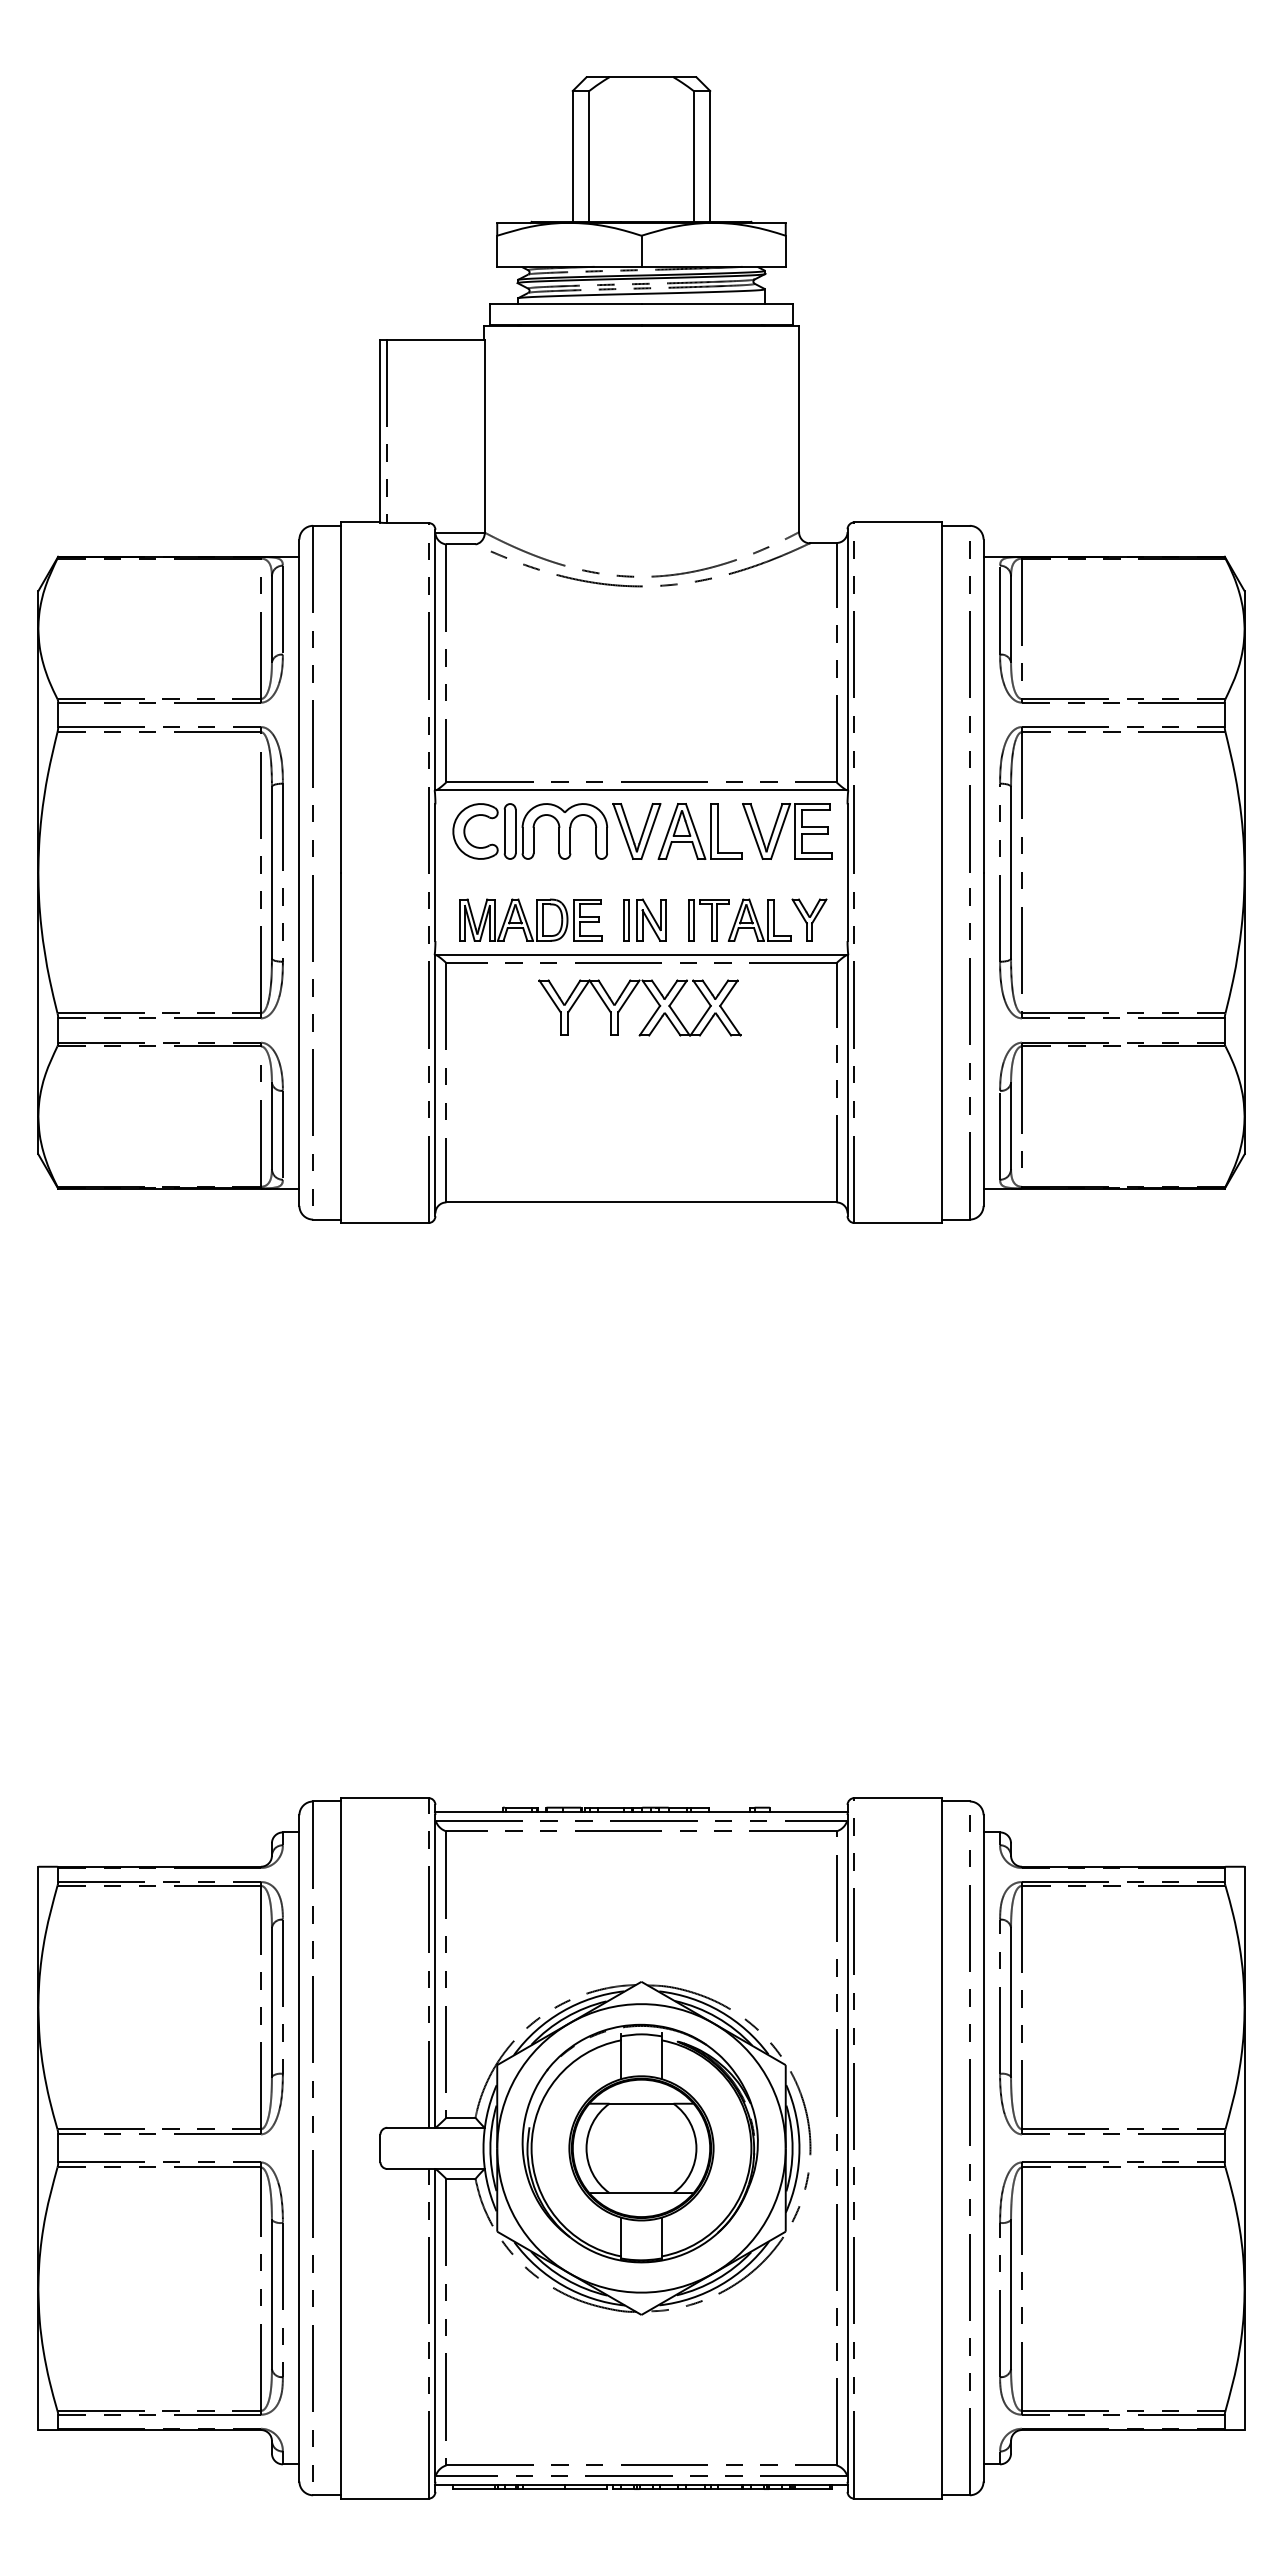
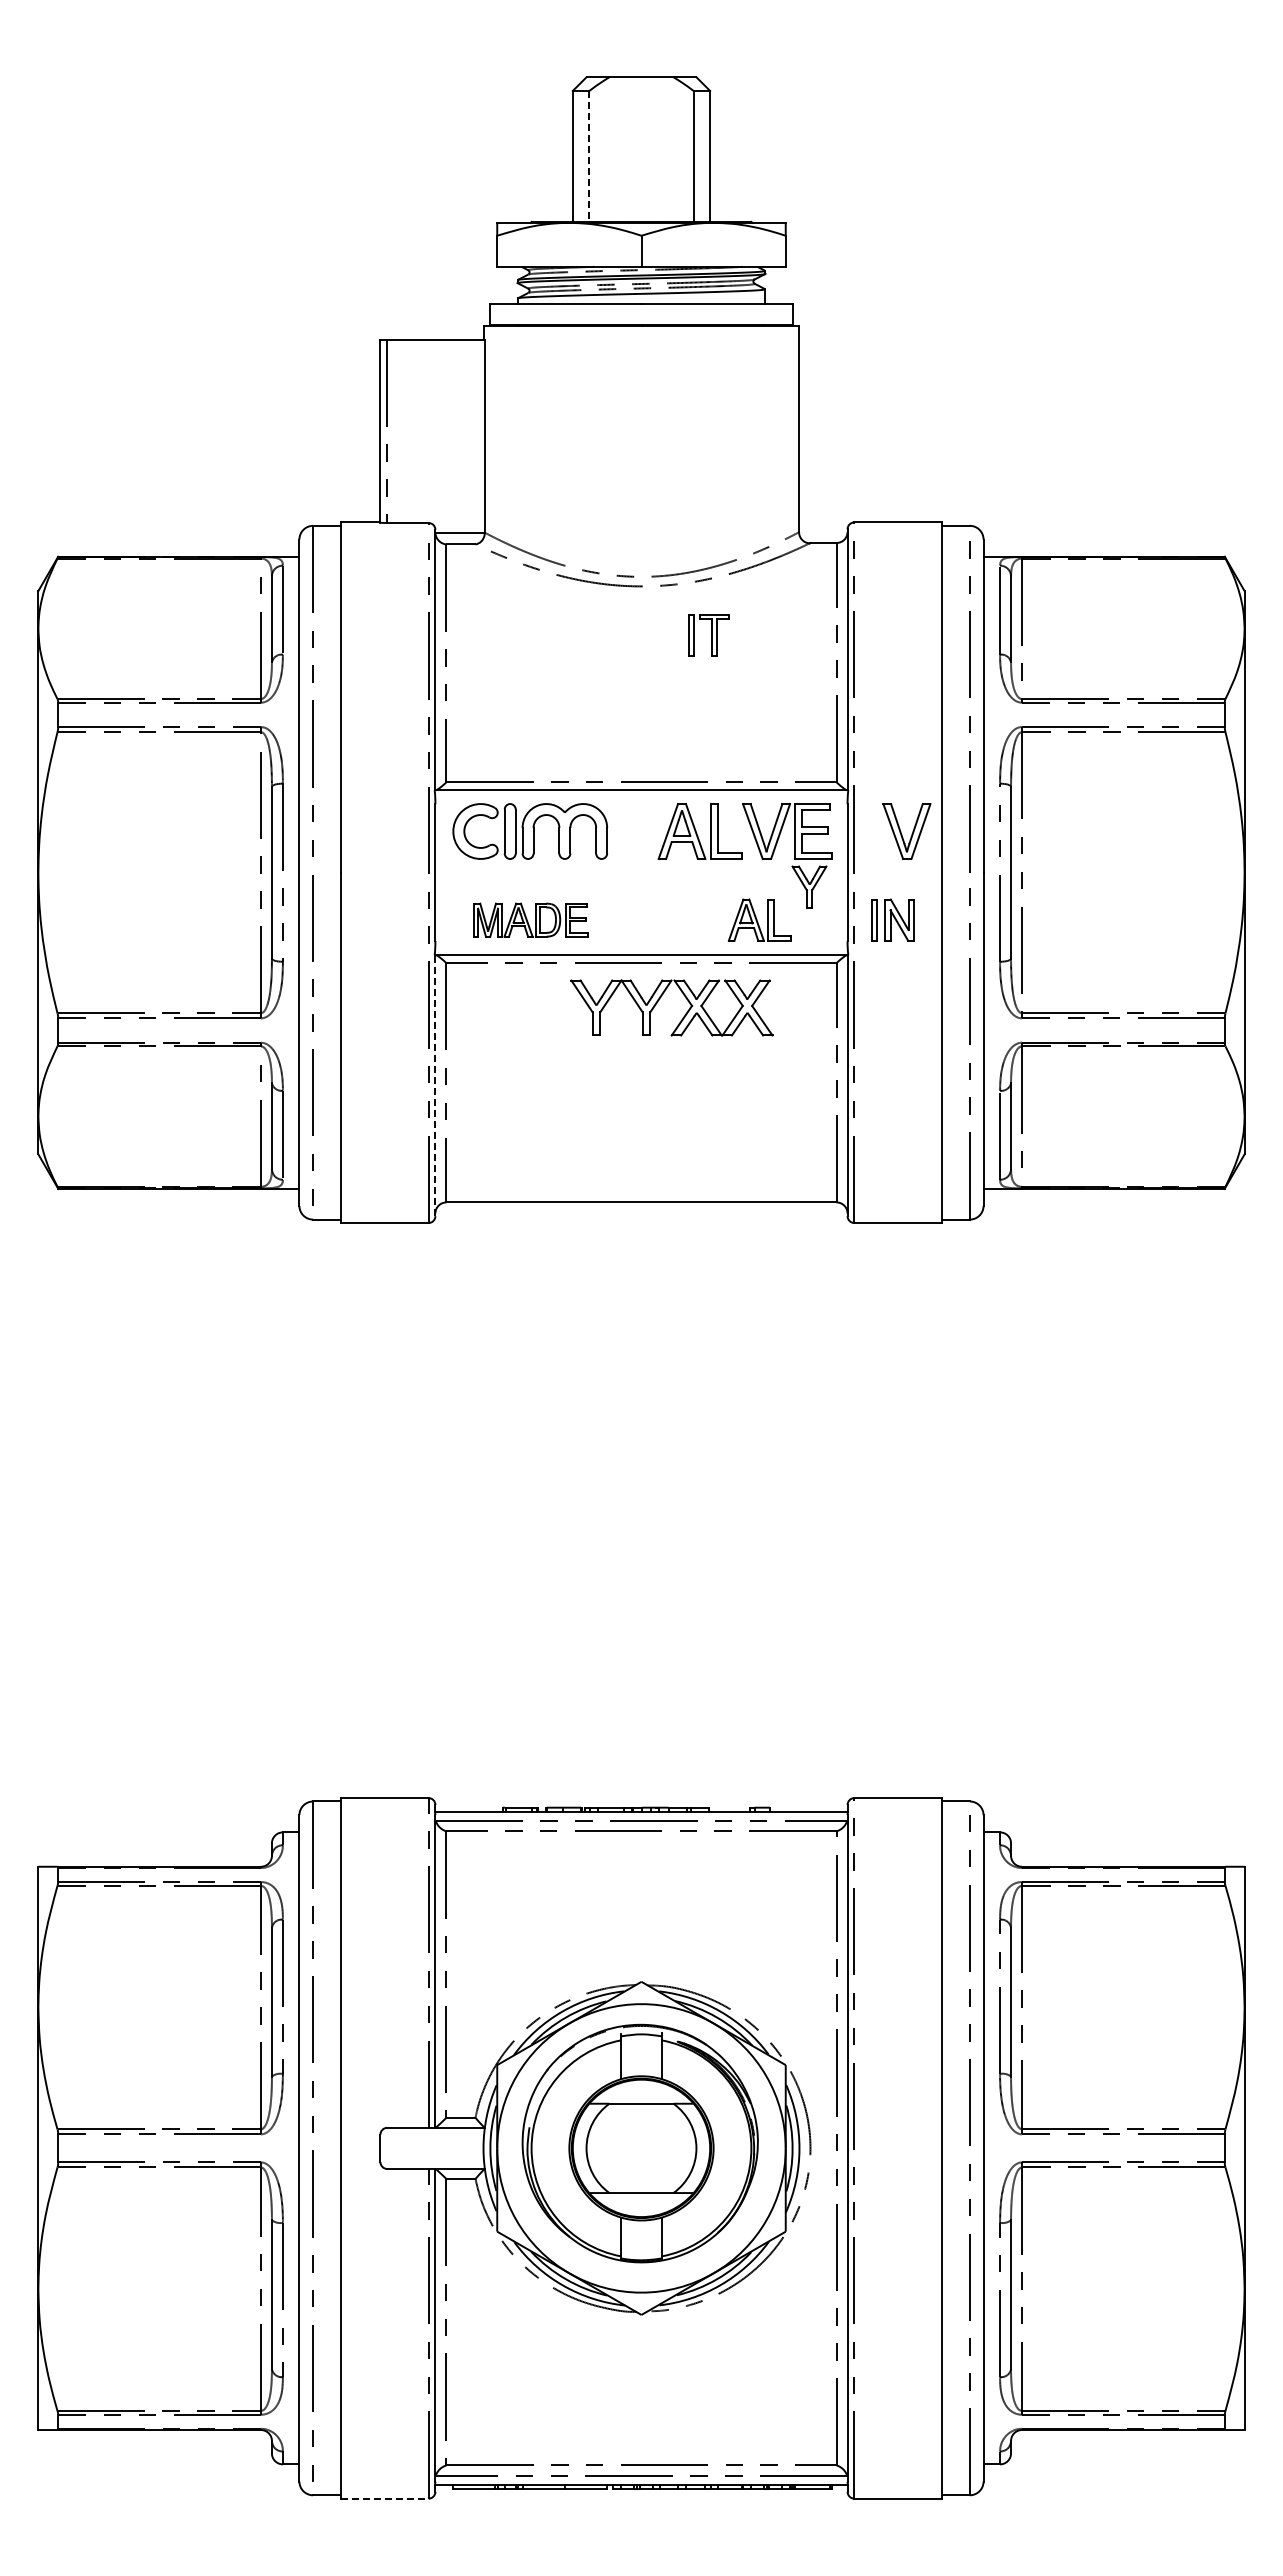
line at (589, 156): solid -> dashed
part at (636, 831) position: (636, 831) -> (906, 831)
part at (530, 919) size: 144x44 px -> 116x36 px
part at (644, 919) position: (644, 919) -> (892, 919)
part at (809, 919) position: (809, 919) -> (809, 886)
part at (708, 920) position: (708, 920) -> (708, 635)
part at (627, 1000) position: (627, 1000) -> (659, 1000)
line at (435, 1085): solid -> dashed
line at (384, 2498): solid -> dashed
